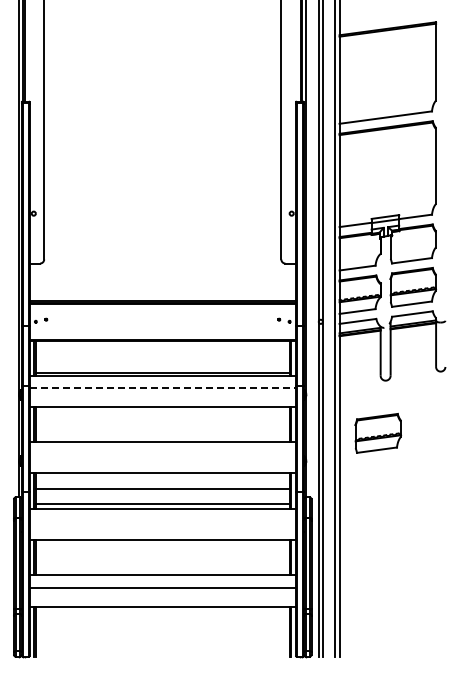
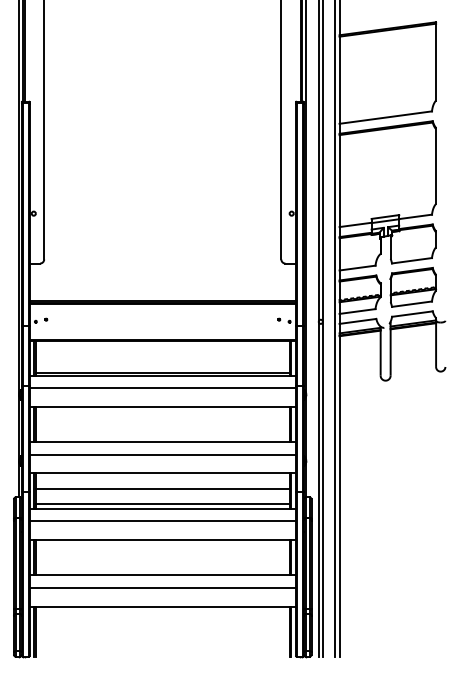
line at (163, 388): dashed -> solid
part at (377, 432): present -> none
line at (162, 454): none -> present
line at (162, 521): none -> present
